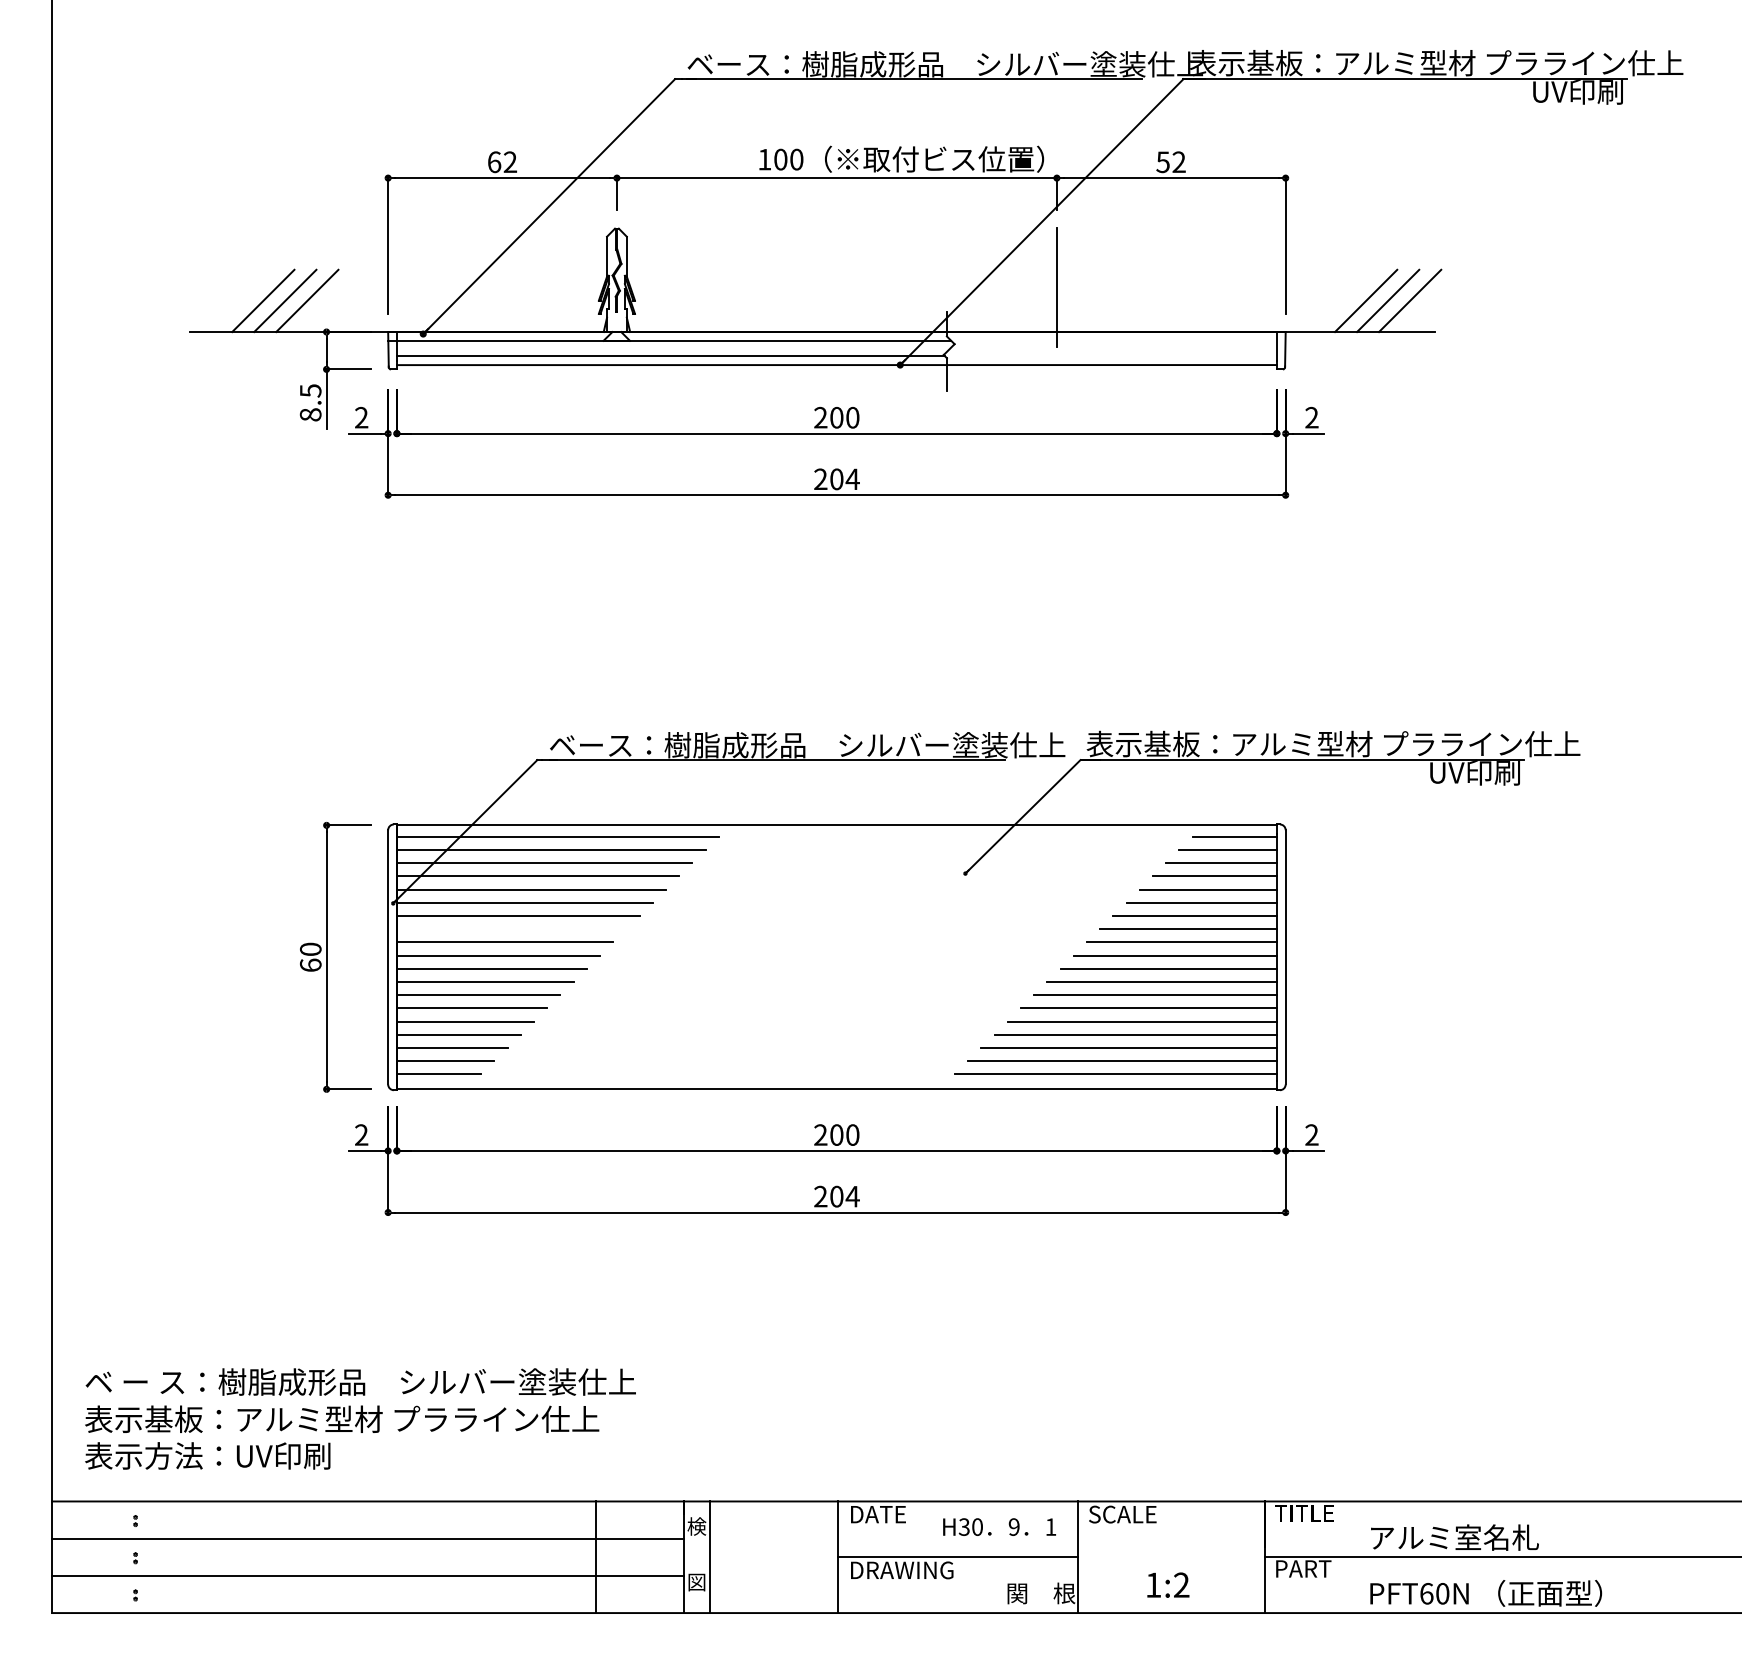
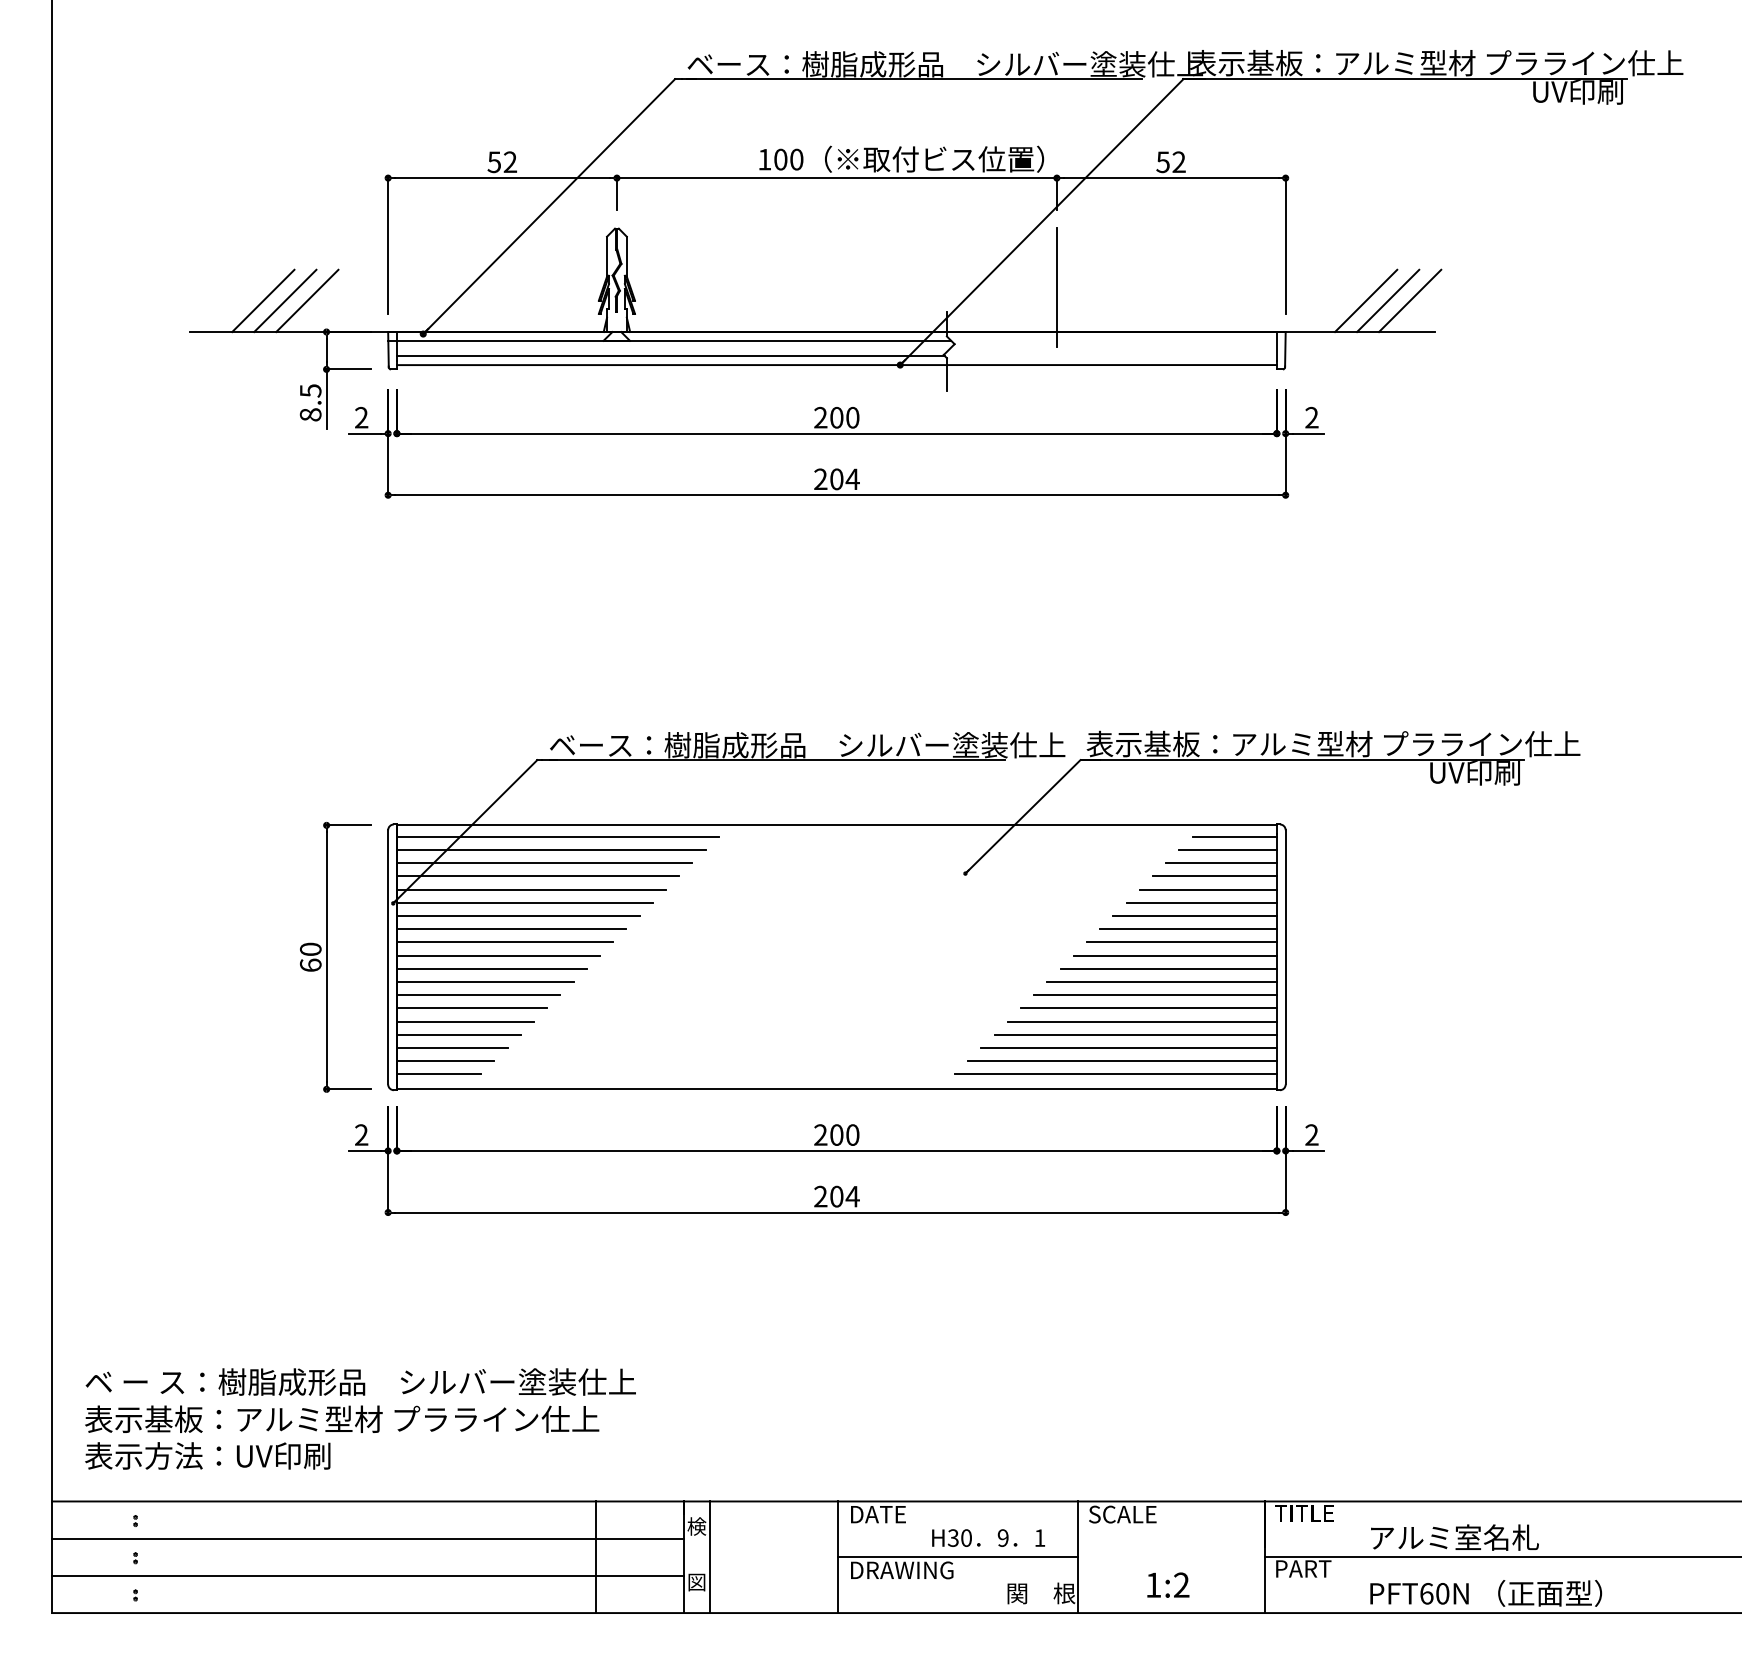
text at (494, 162): 62 -> 52
line at (511, 929): none -> present
text at (999, 1526) position: (999, 1526) -> (988, 1537)
